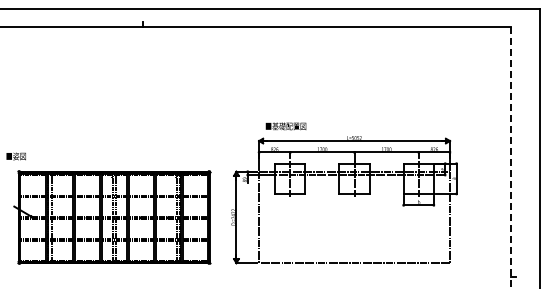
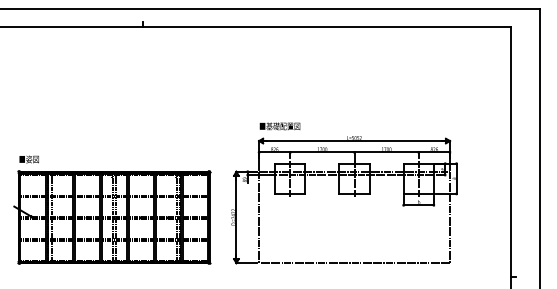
text at (285, 126) position: (285, 126) -> (279, 126)
text at (15, 156) position: (15, 156) -> (28, 159)
line at (511, 157): dashed -> solid
